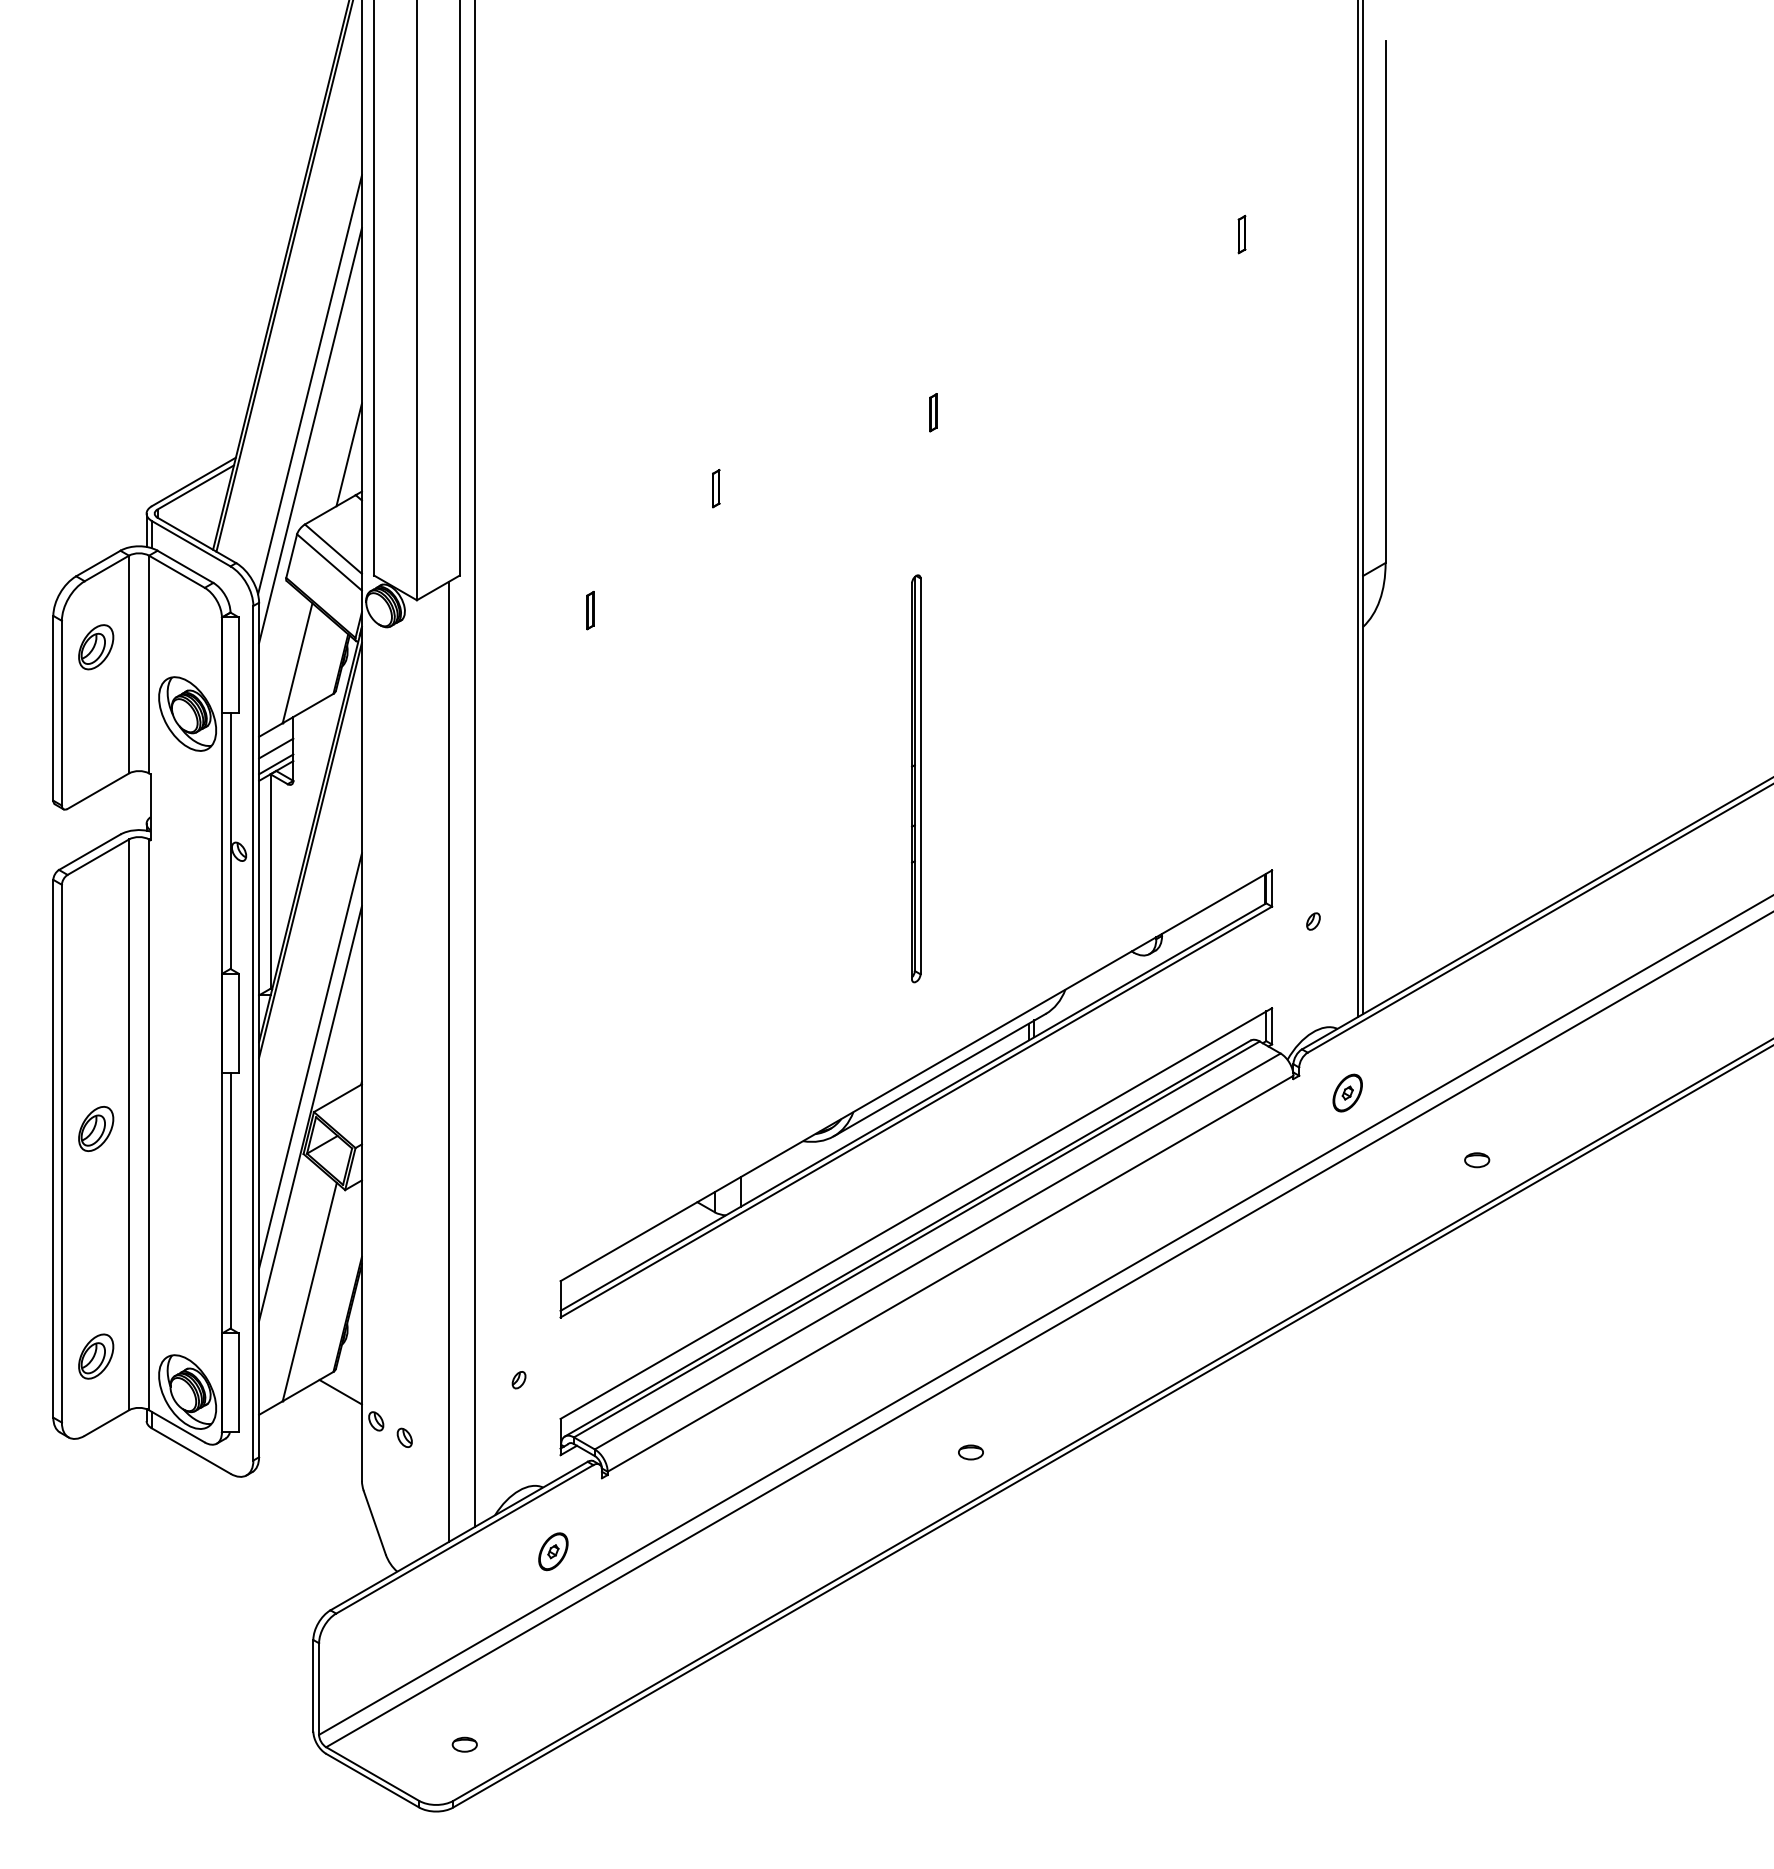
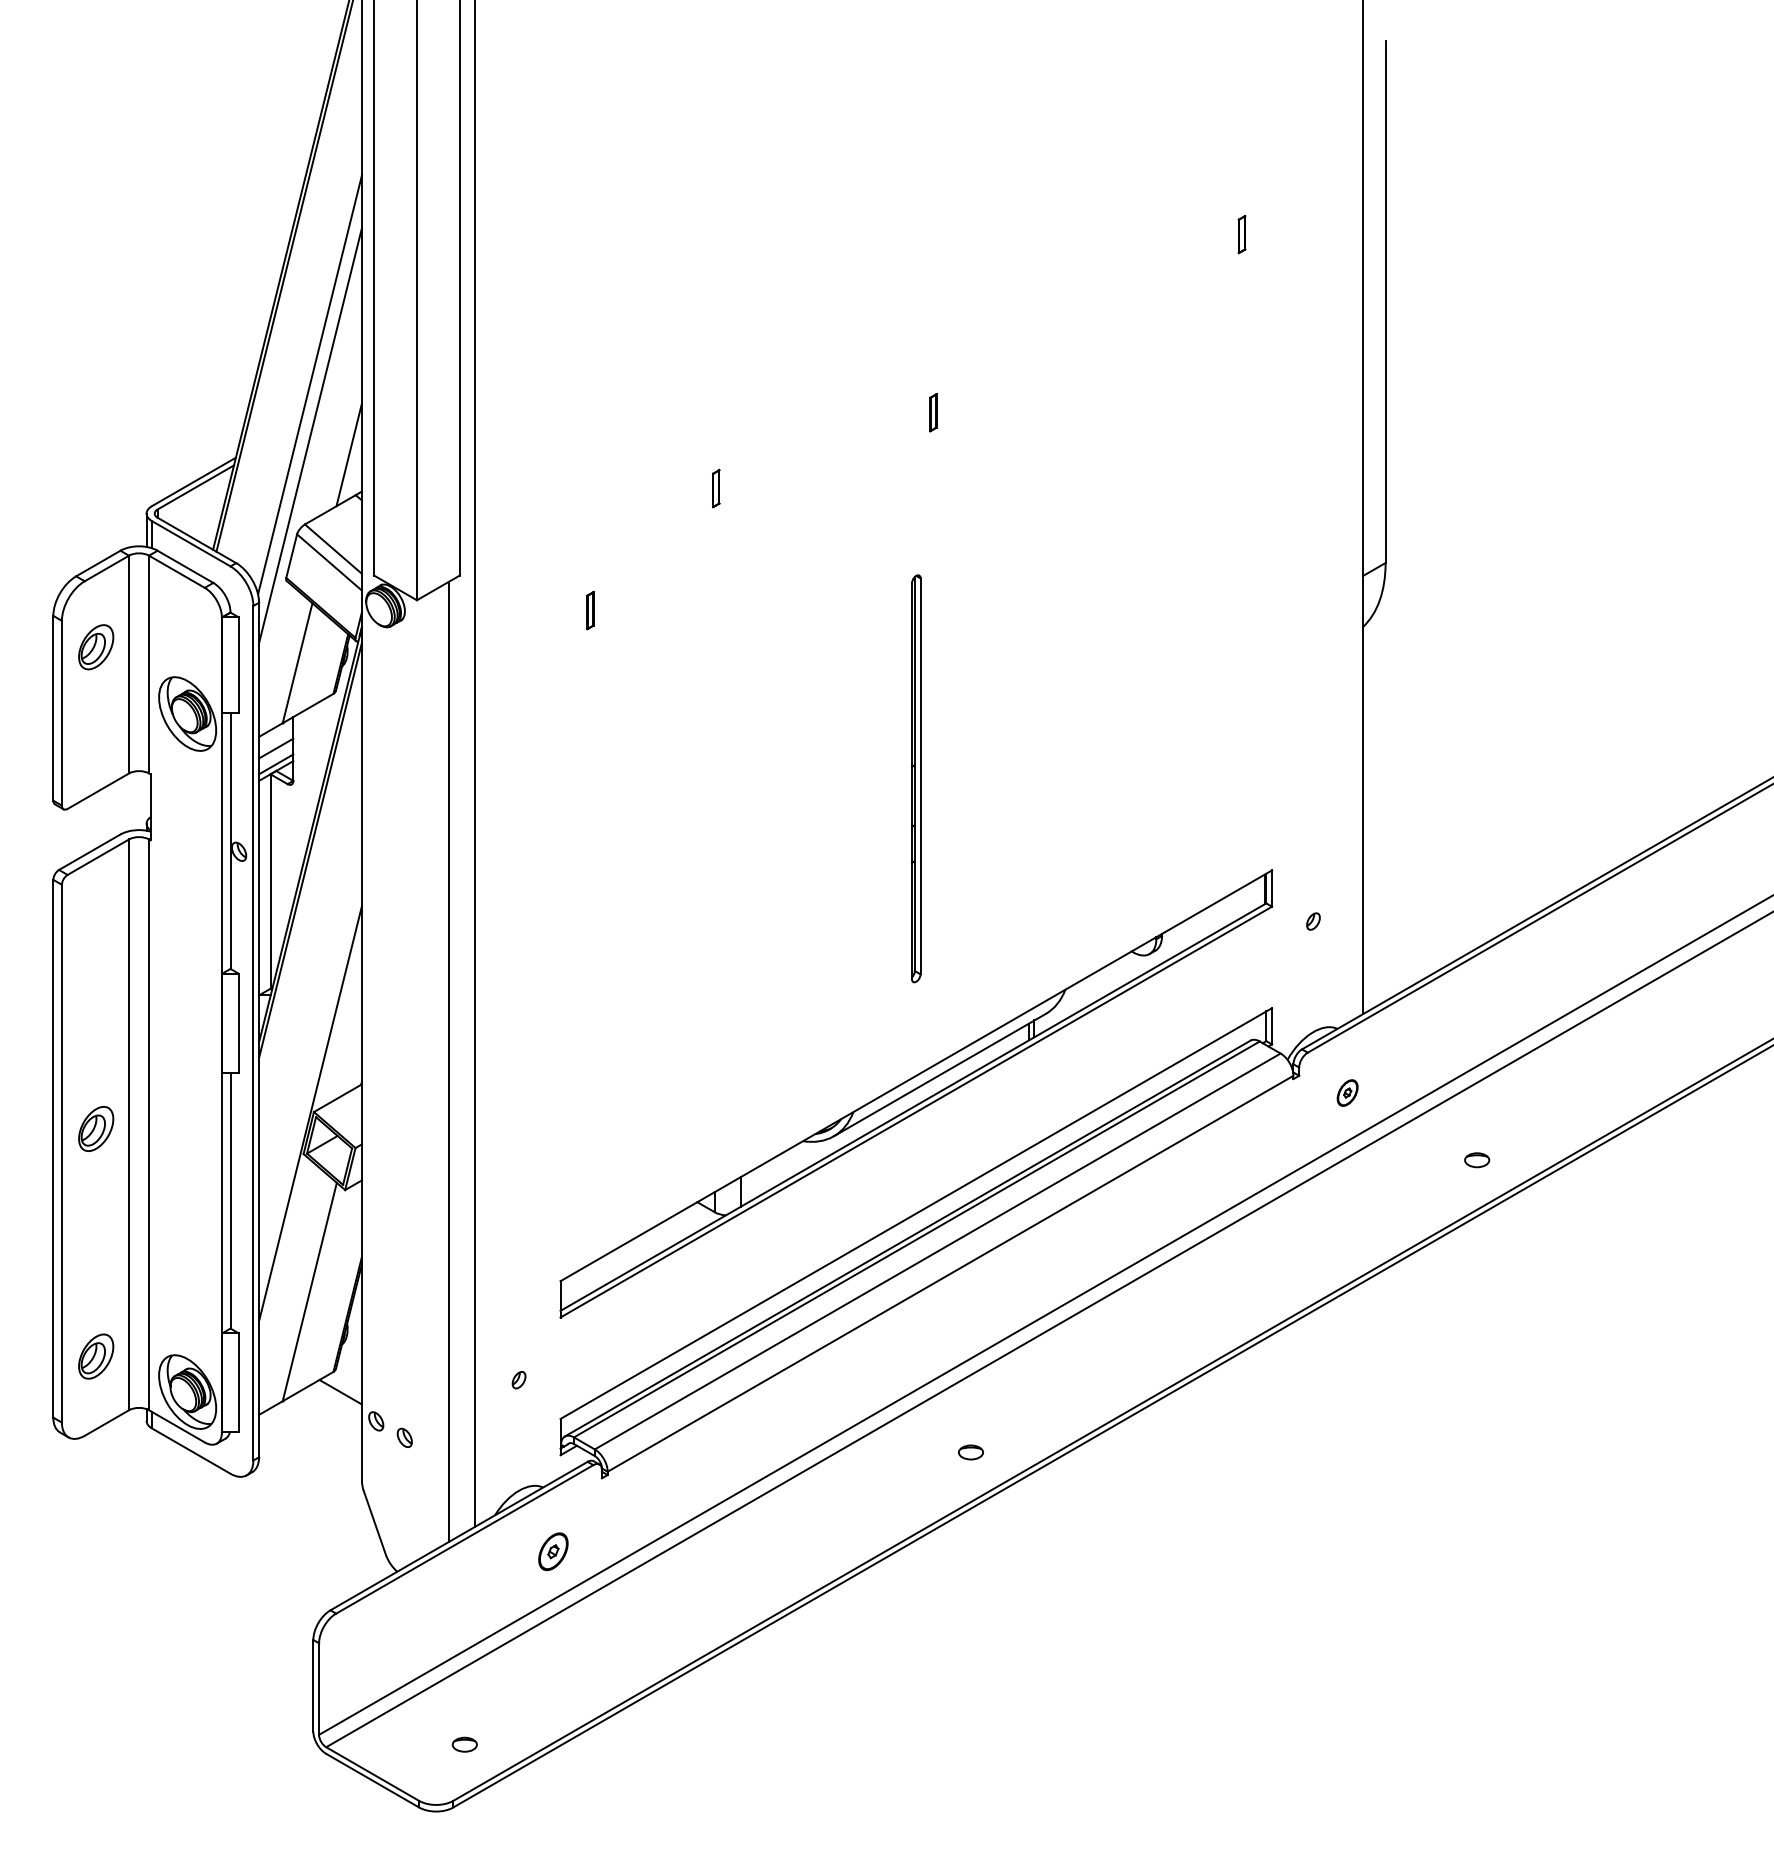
line at (1357, 509): present -> none
line at (310, 1060): present -> none
part at (1347, 1092) size: 31x40 px -> 23x28 px
